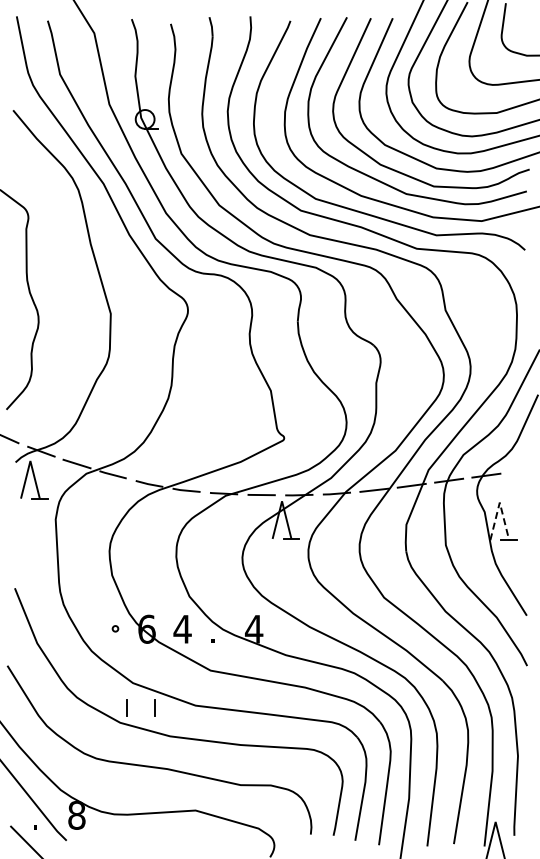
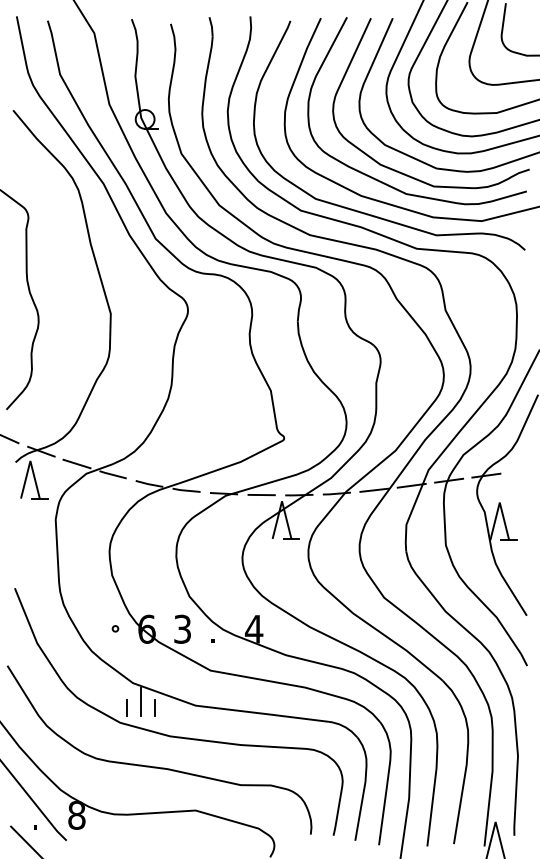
line at (499, 502): dashed -> solid
text at (182, 628): 4 -> 3
line at (140, 701): none -> present
